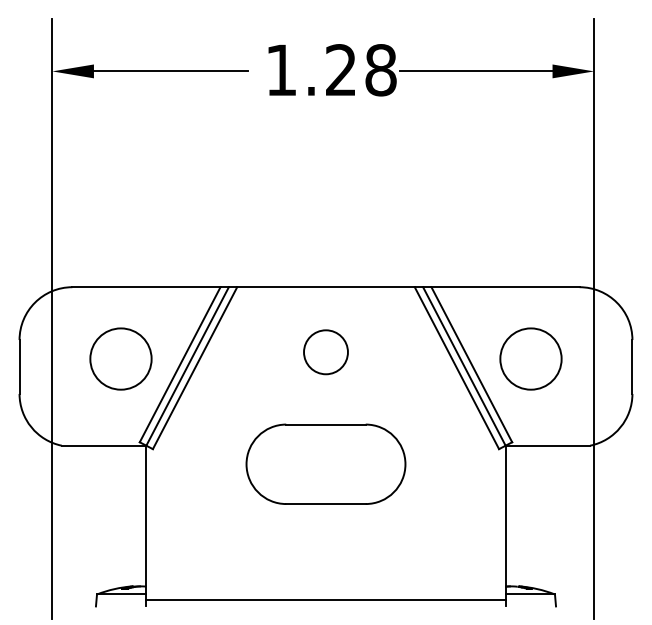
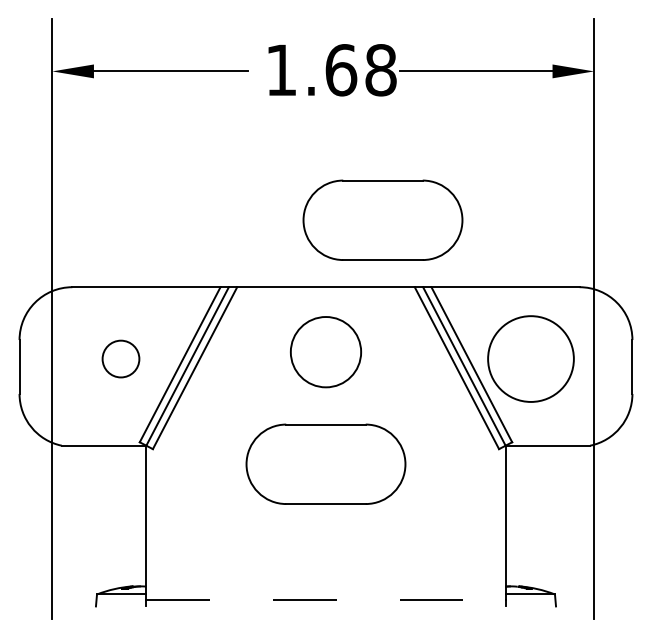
text at (341, 70): 1.28 -> 1.68
part at (382, 219): none -> present
circle at (325, 352) size: 46x47 px -> 72x73 px
circle at (120, 358) diameter: 61 px -> 37 px
circle at (530, 358) diameter: 61 px -> 86 px
line at (326, 599): solid -> dashed
